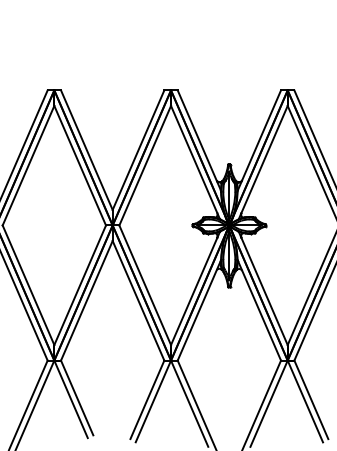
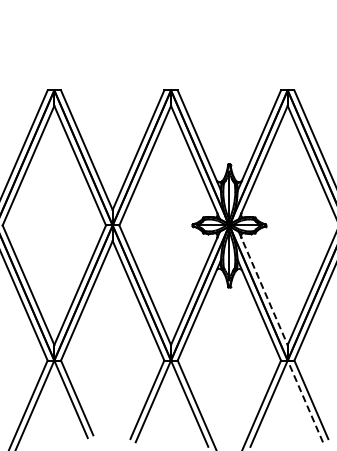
line at (263, 288): solid -> dashed
line at (305, 401): solid -> dashed
